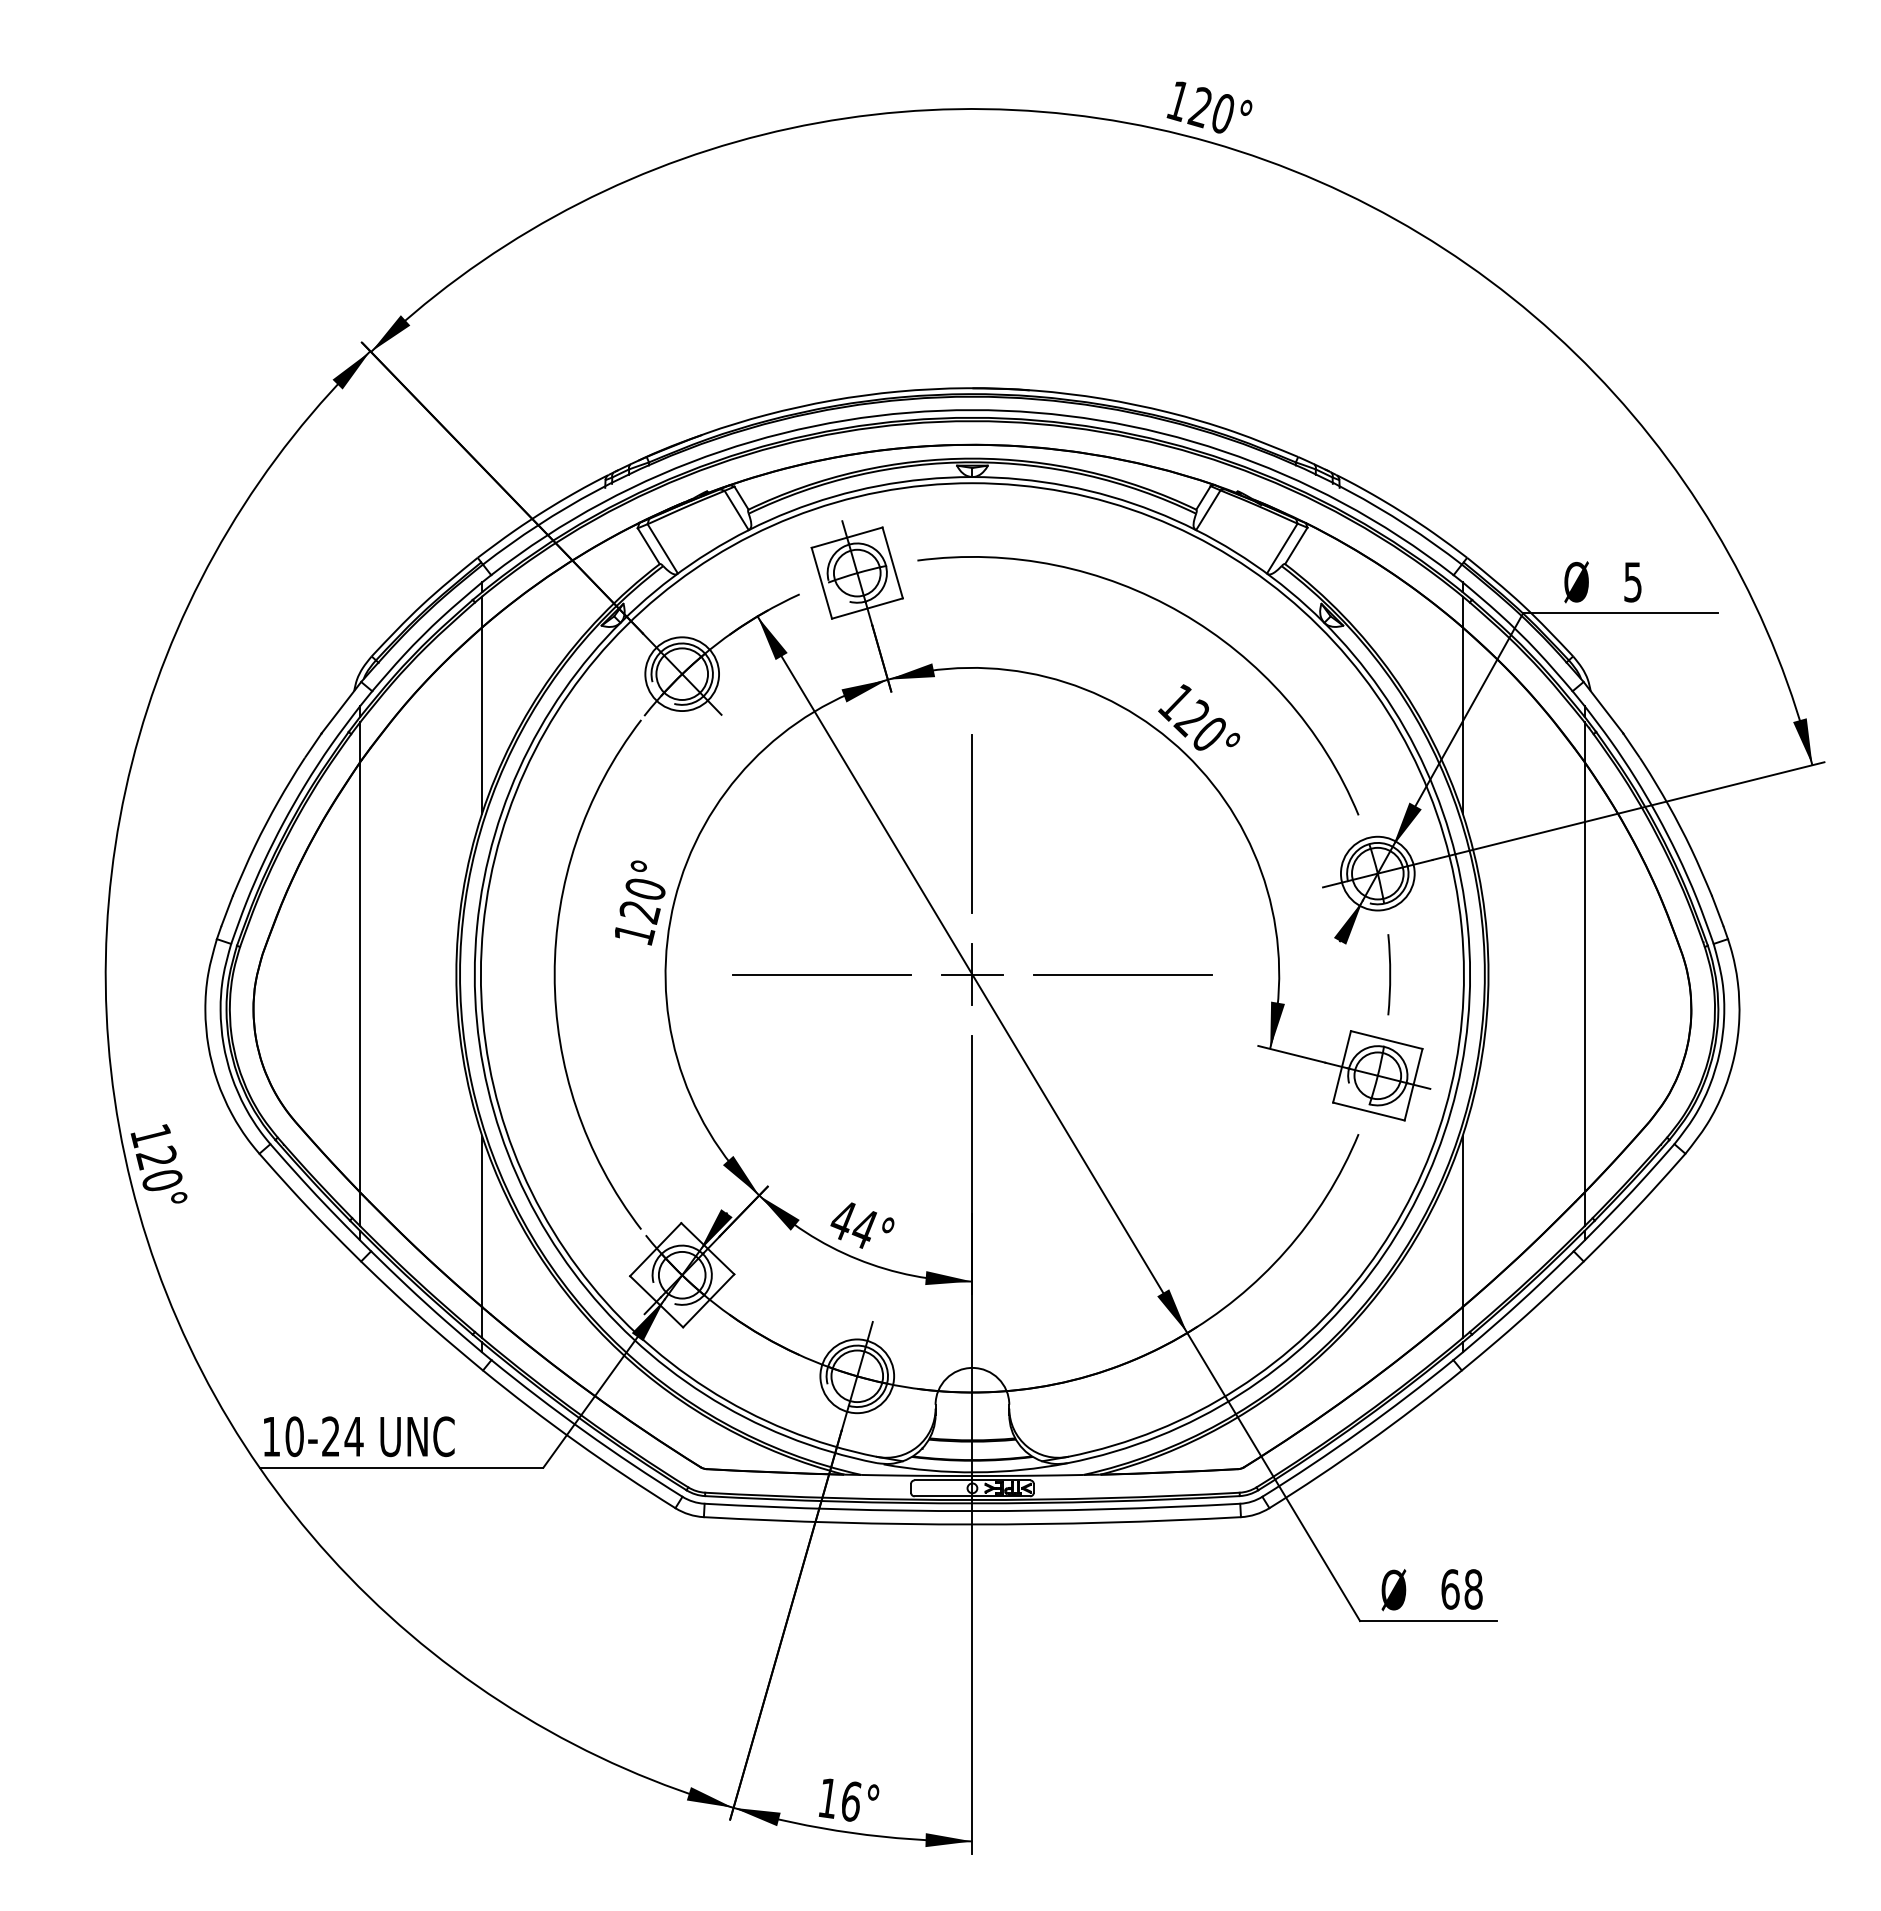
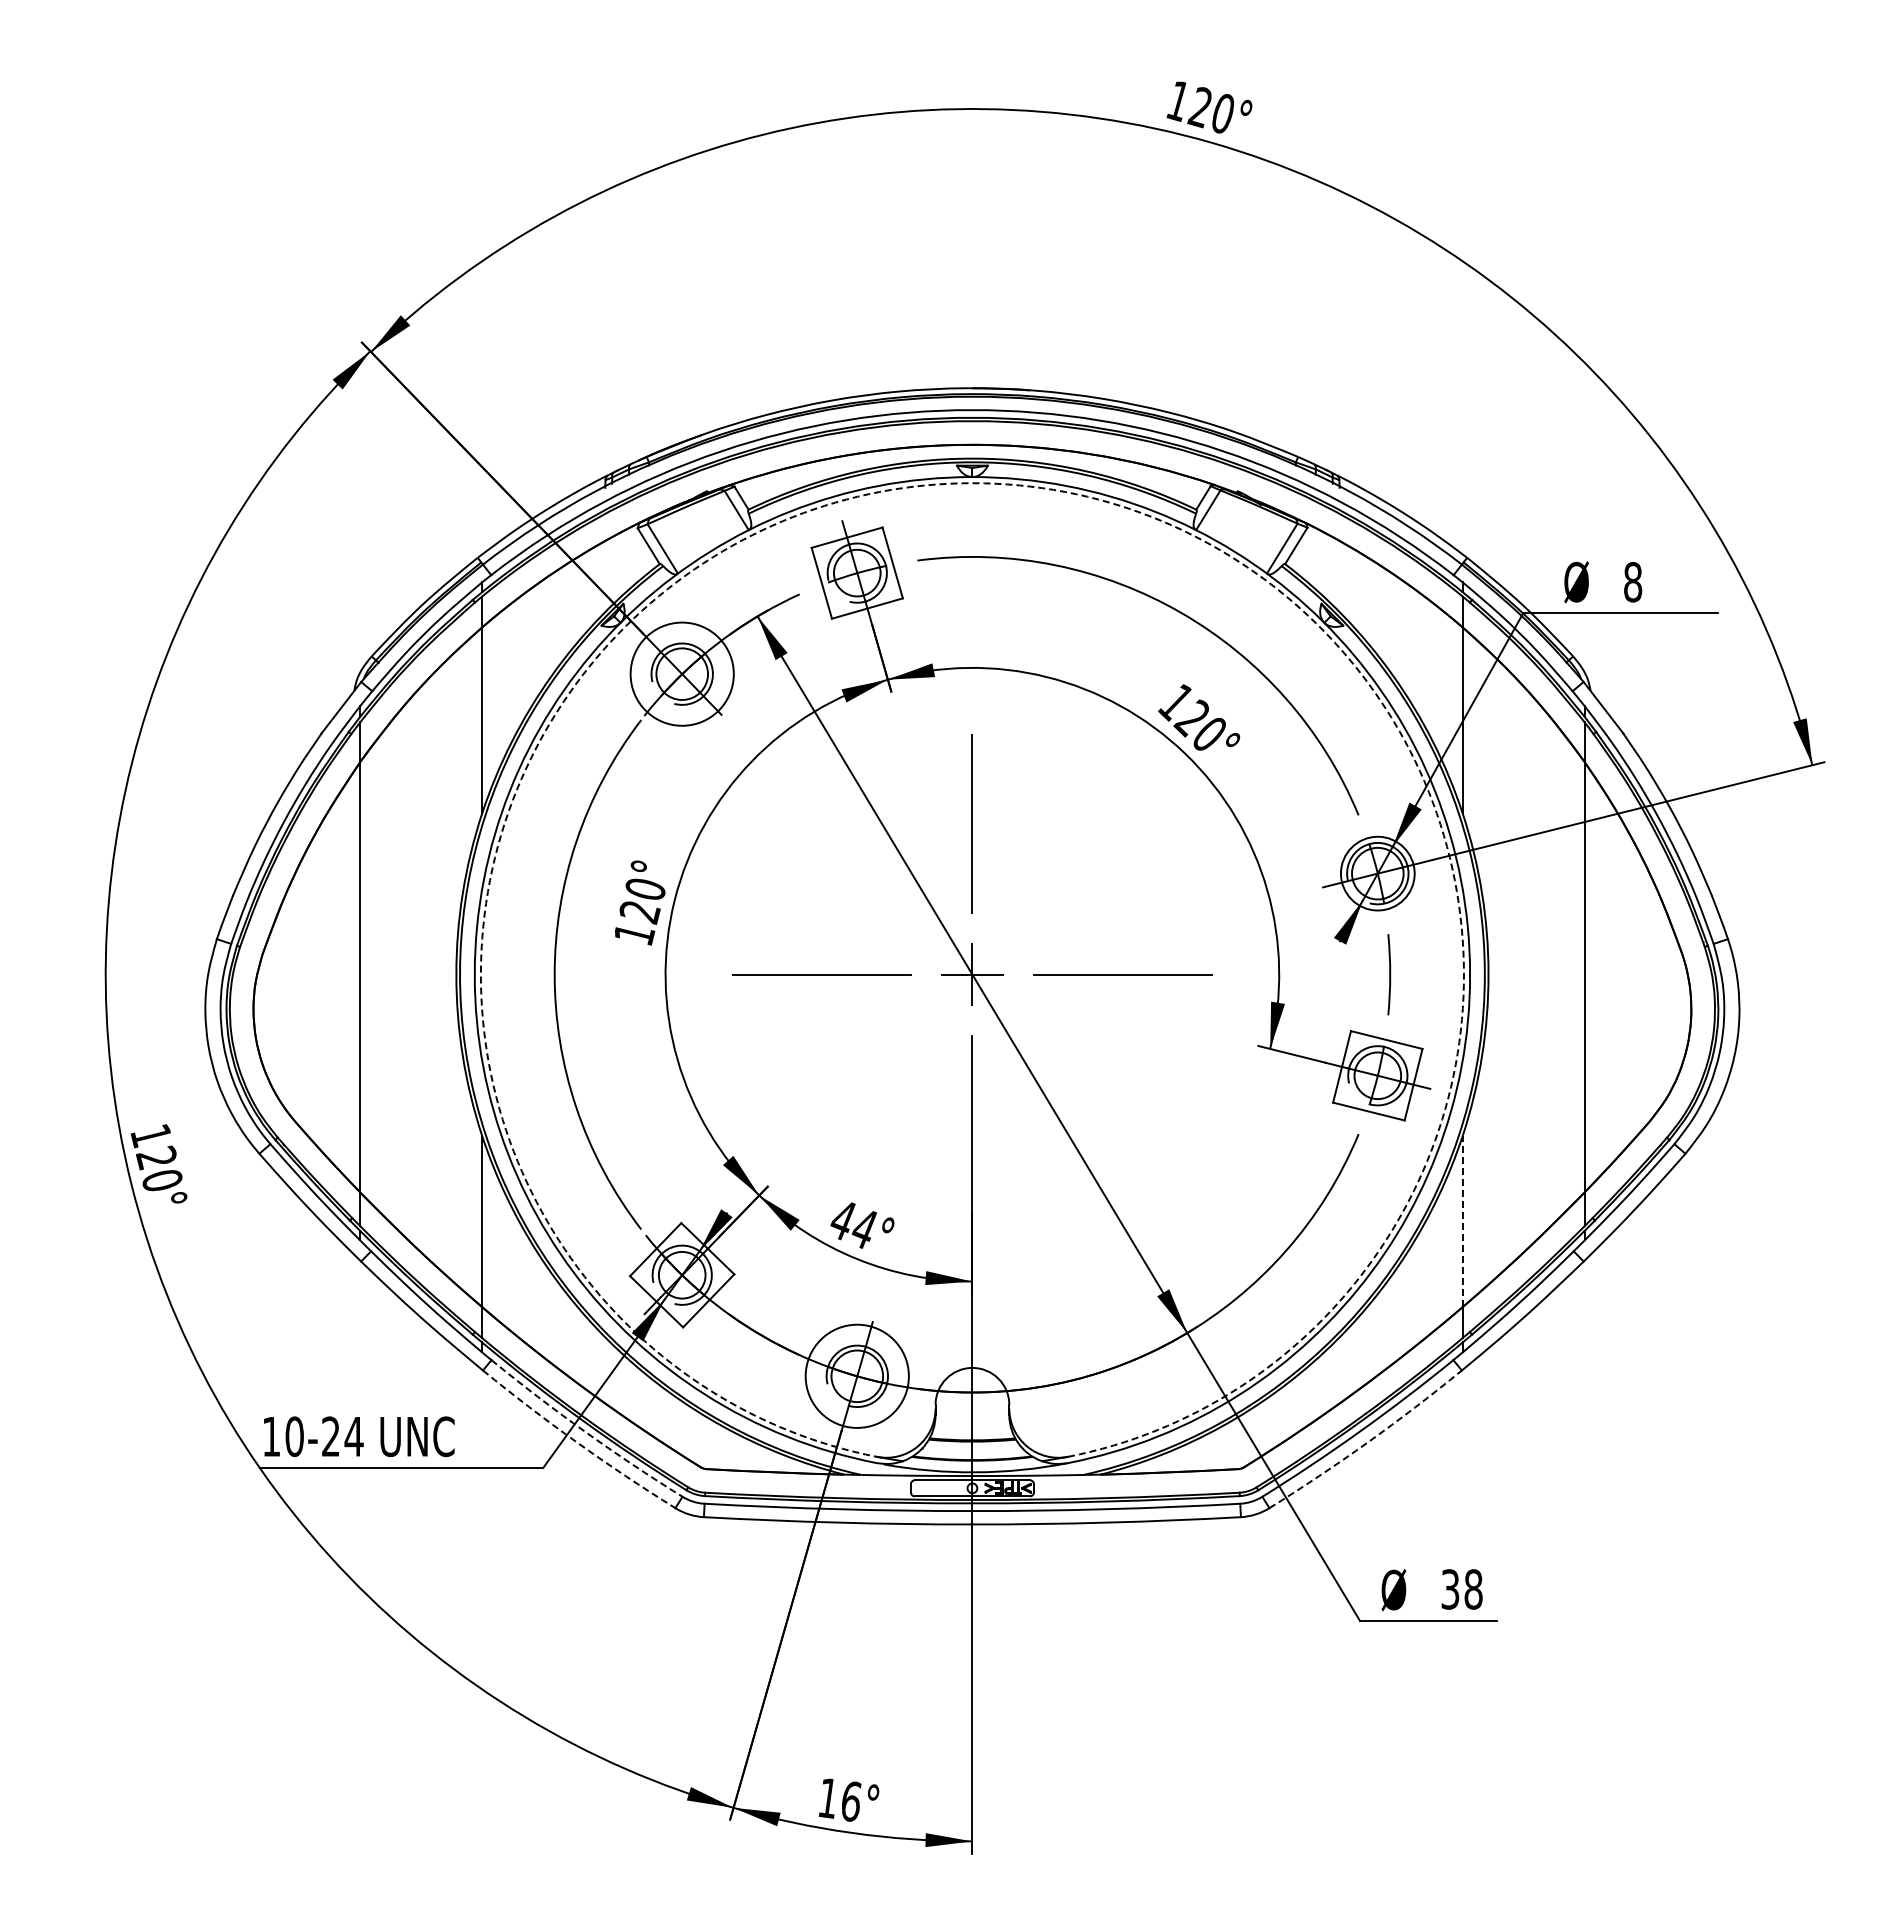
arc at (972, 483): solid -> dashed
text at (1633, 582): 5 -> 8
circle at (682, 674) diameter: 74 px -> 103 px
line at (1462, 1221): solid -> dashed
circle at (857, 1376) diameter: 74 px -> 103 px
arc at (584, 1431): solid -> dashed
arc at (577, 1442): solid -> dashed
arc at (1367, 1442): solid -> dashed
text at (1450, 1589): 68 -> 38
